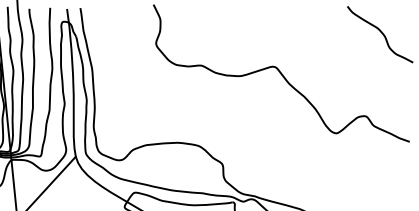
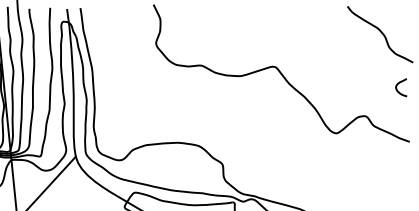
curve at (400, 83): none -> present
